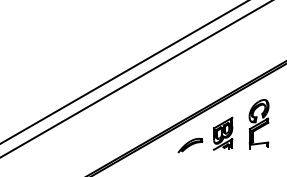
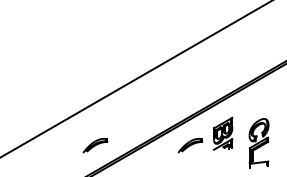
line at (124, 72): present -> none
part at (258, 124) position: (258, 124) -> (258, 143)
part at (95, 145): none -> present
